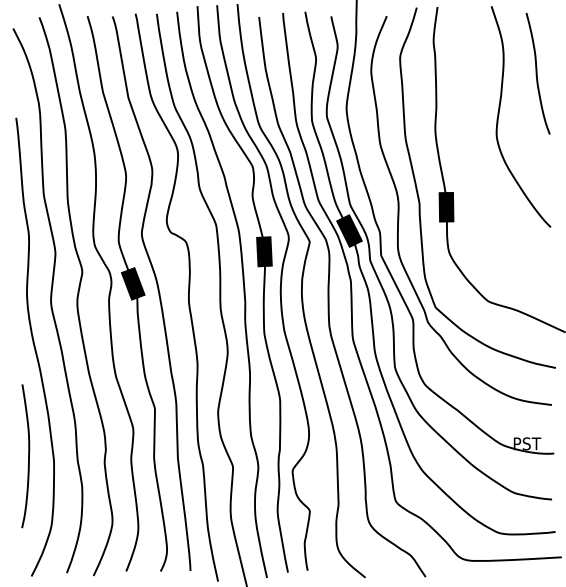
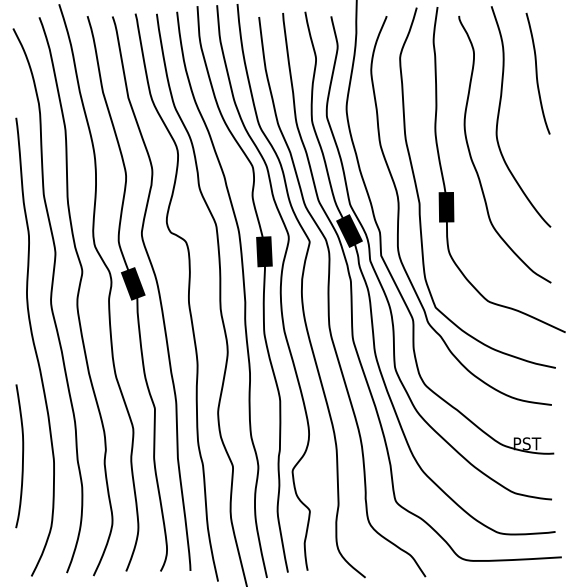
curve at (474, 163): none -> present
curve at (28, 456) position: (28, 456) -> (22, 456)
